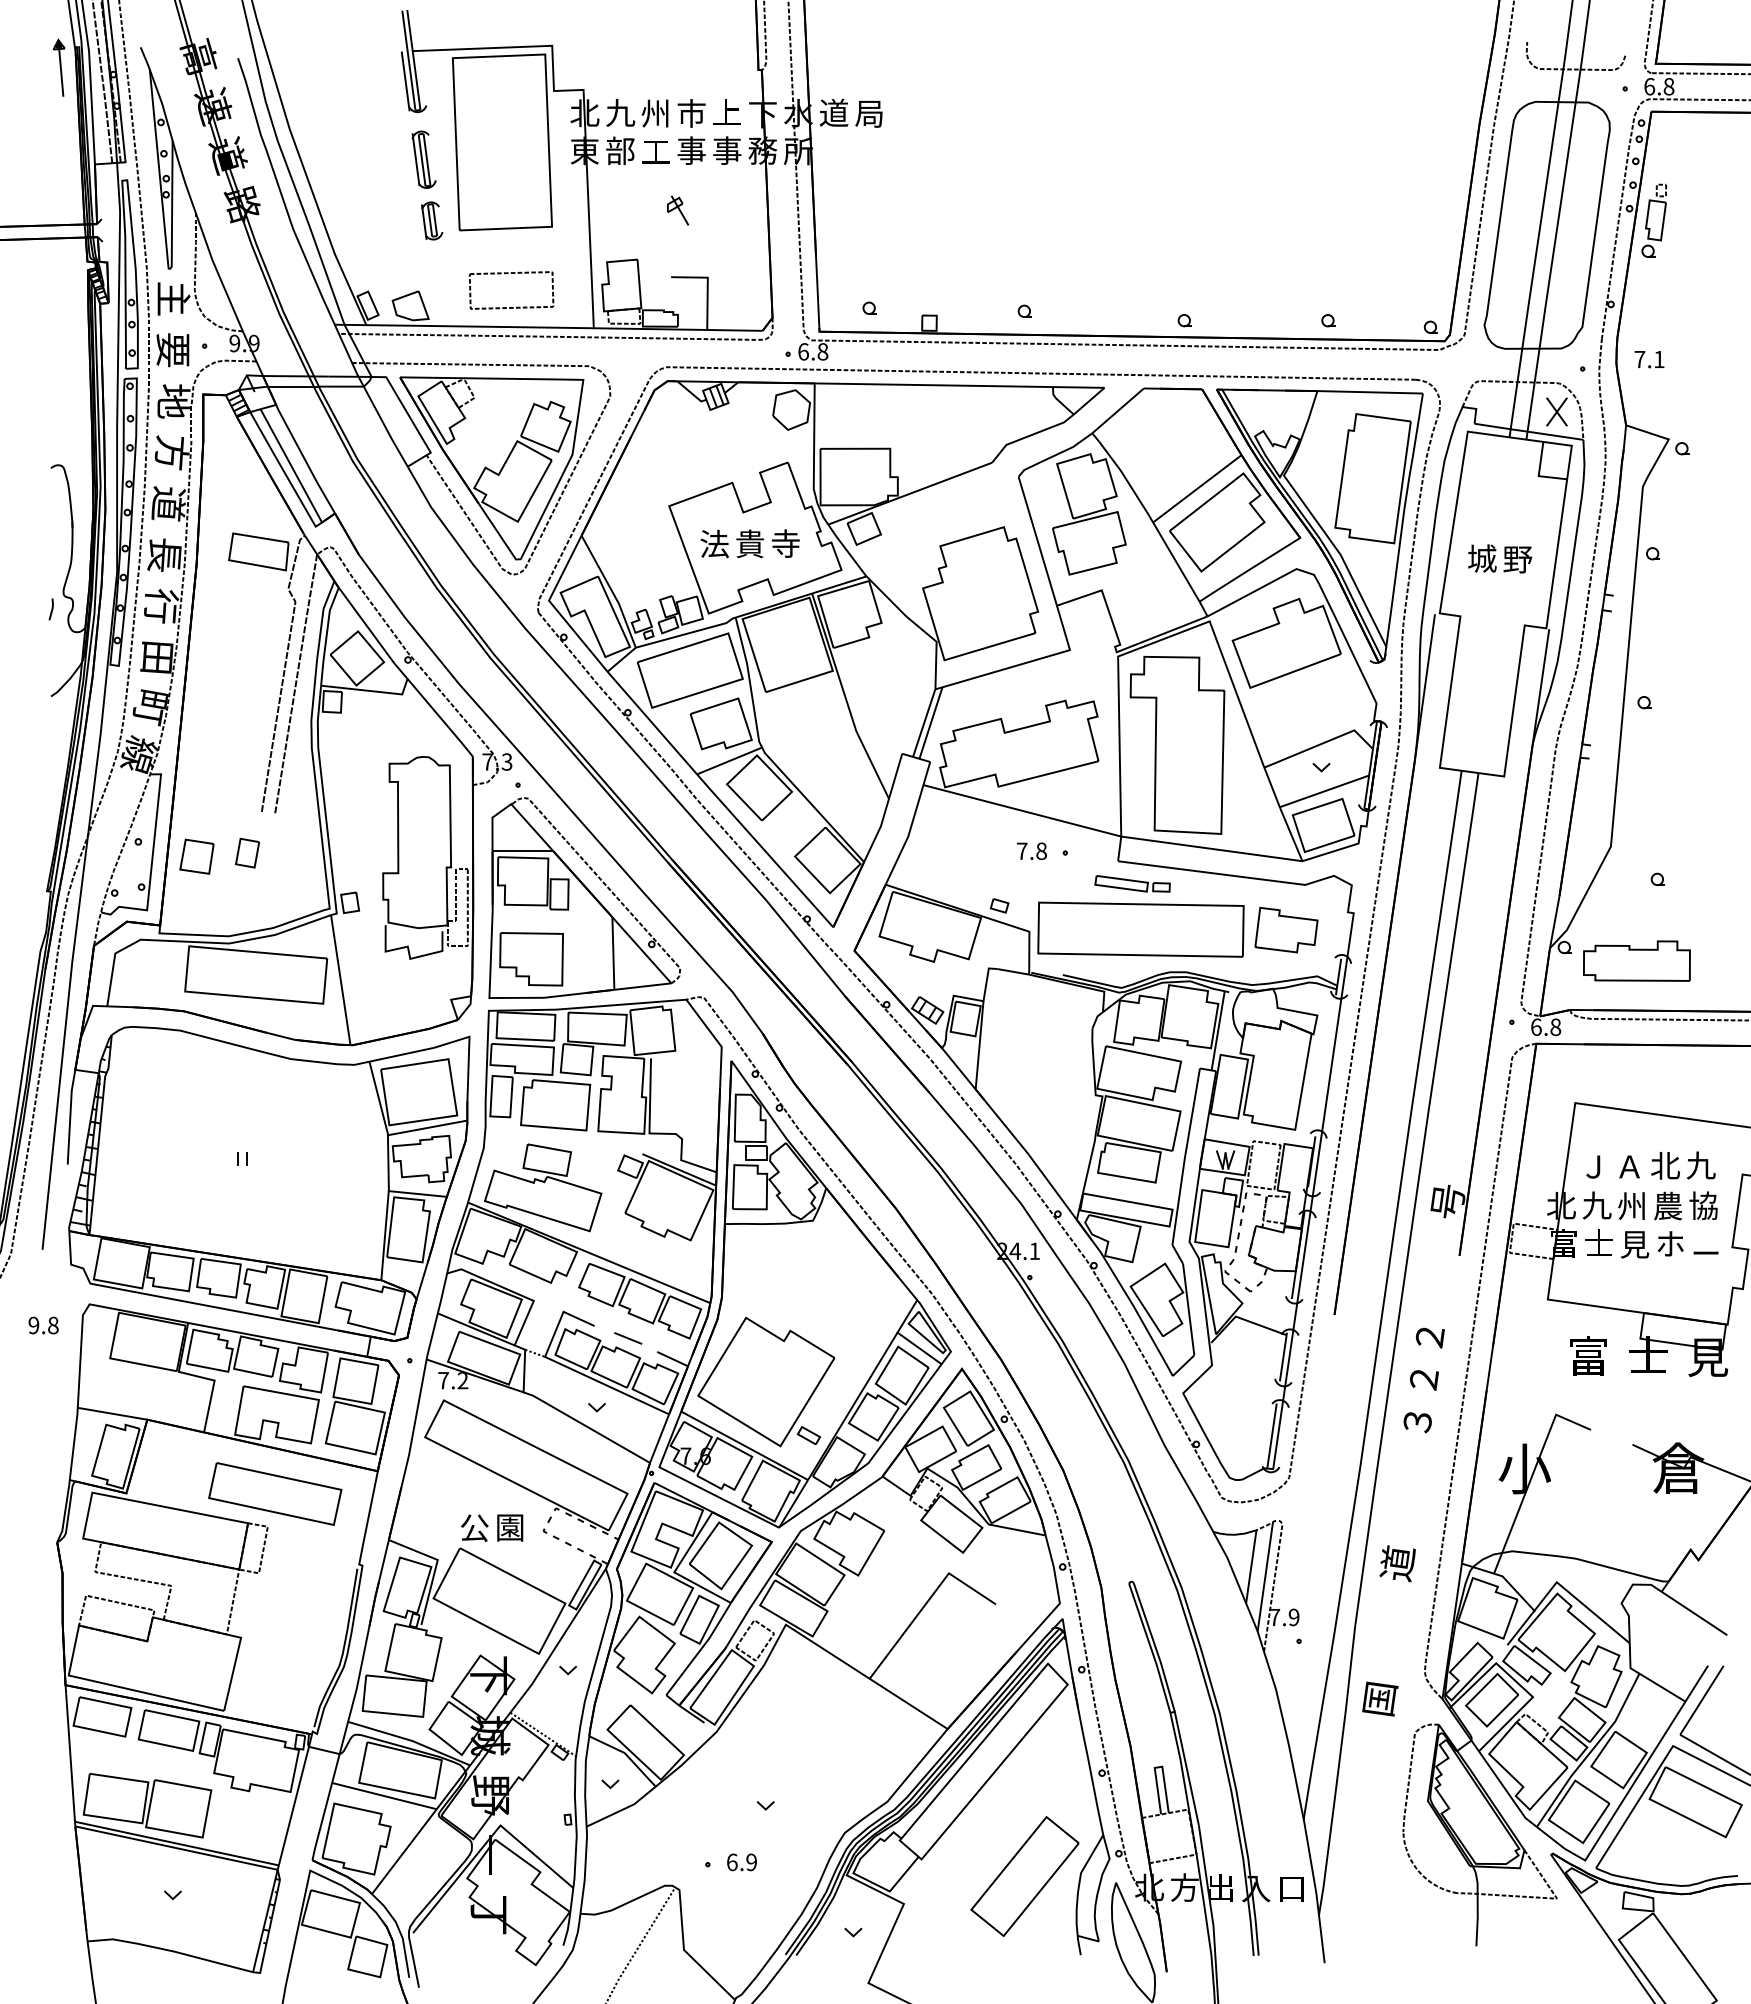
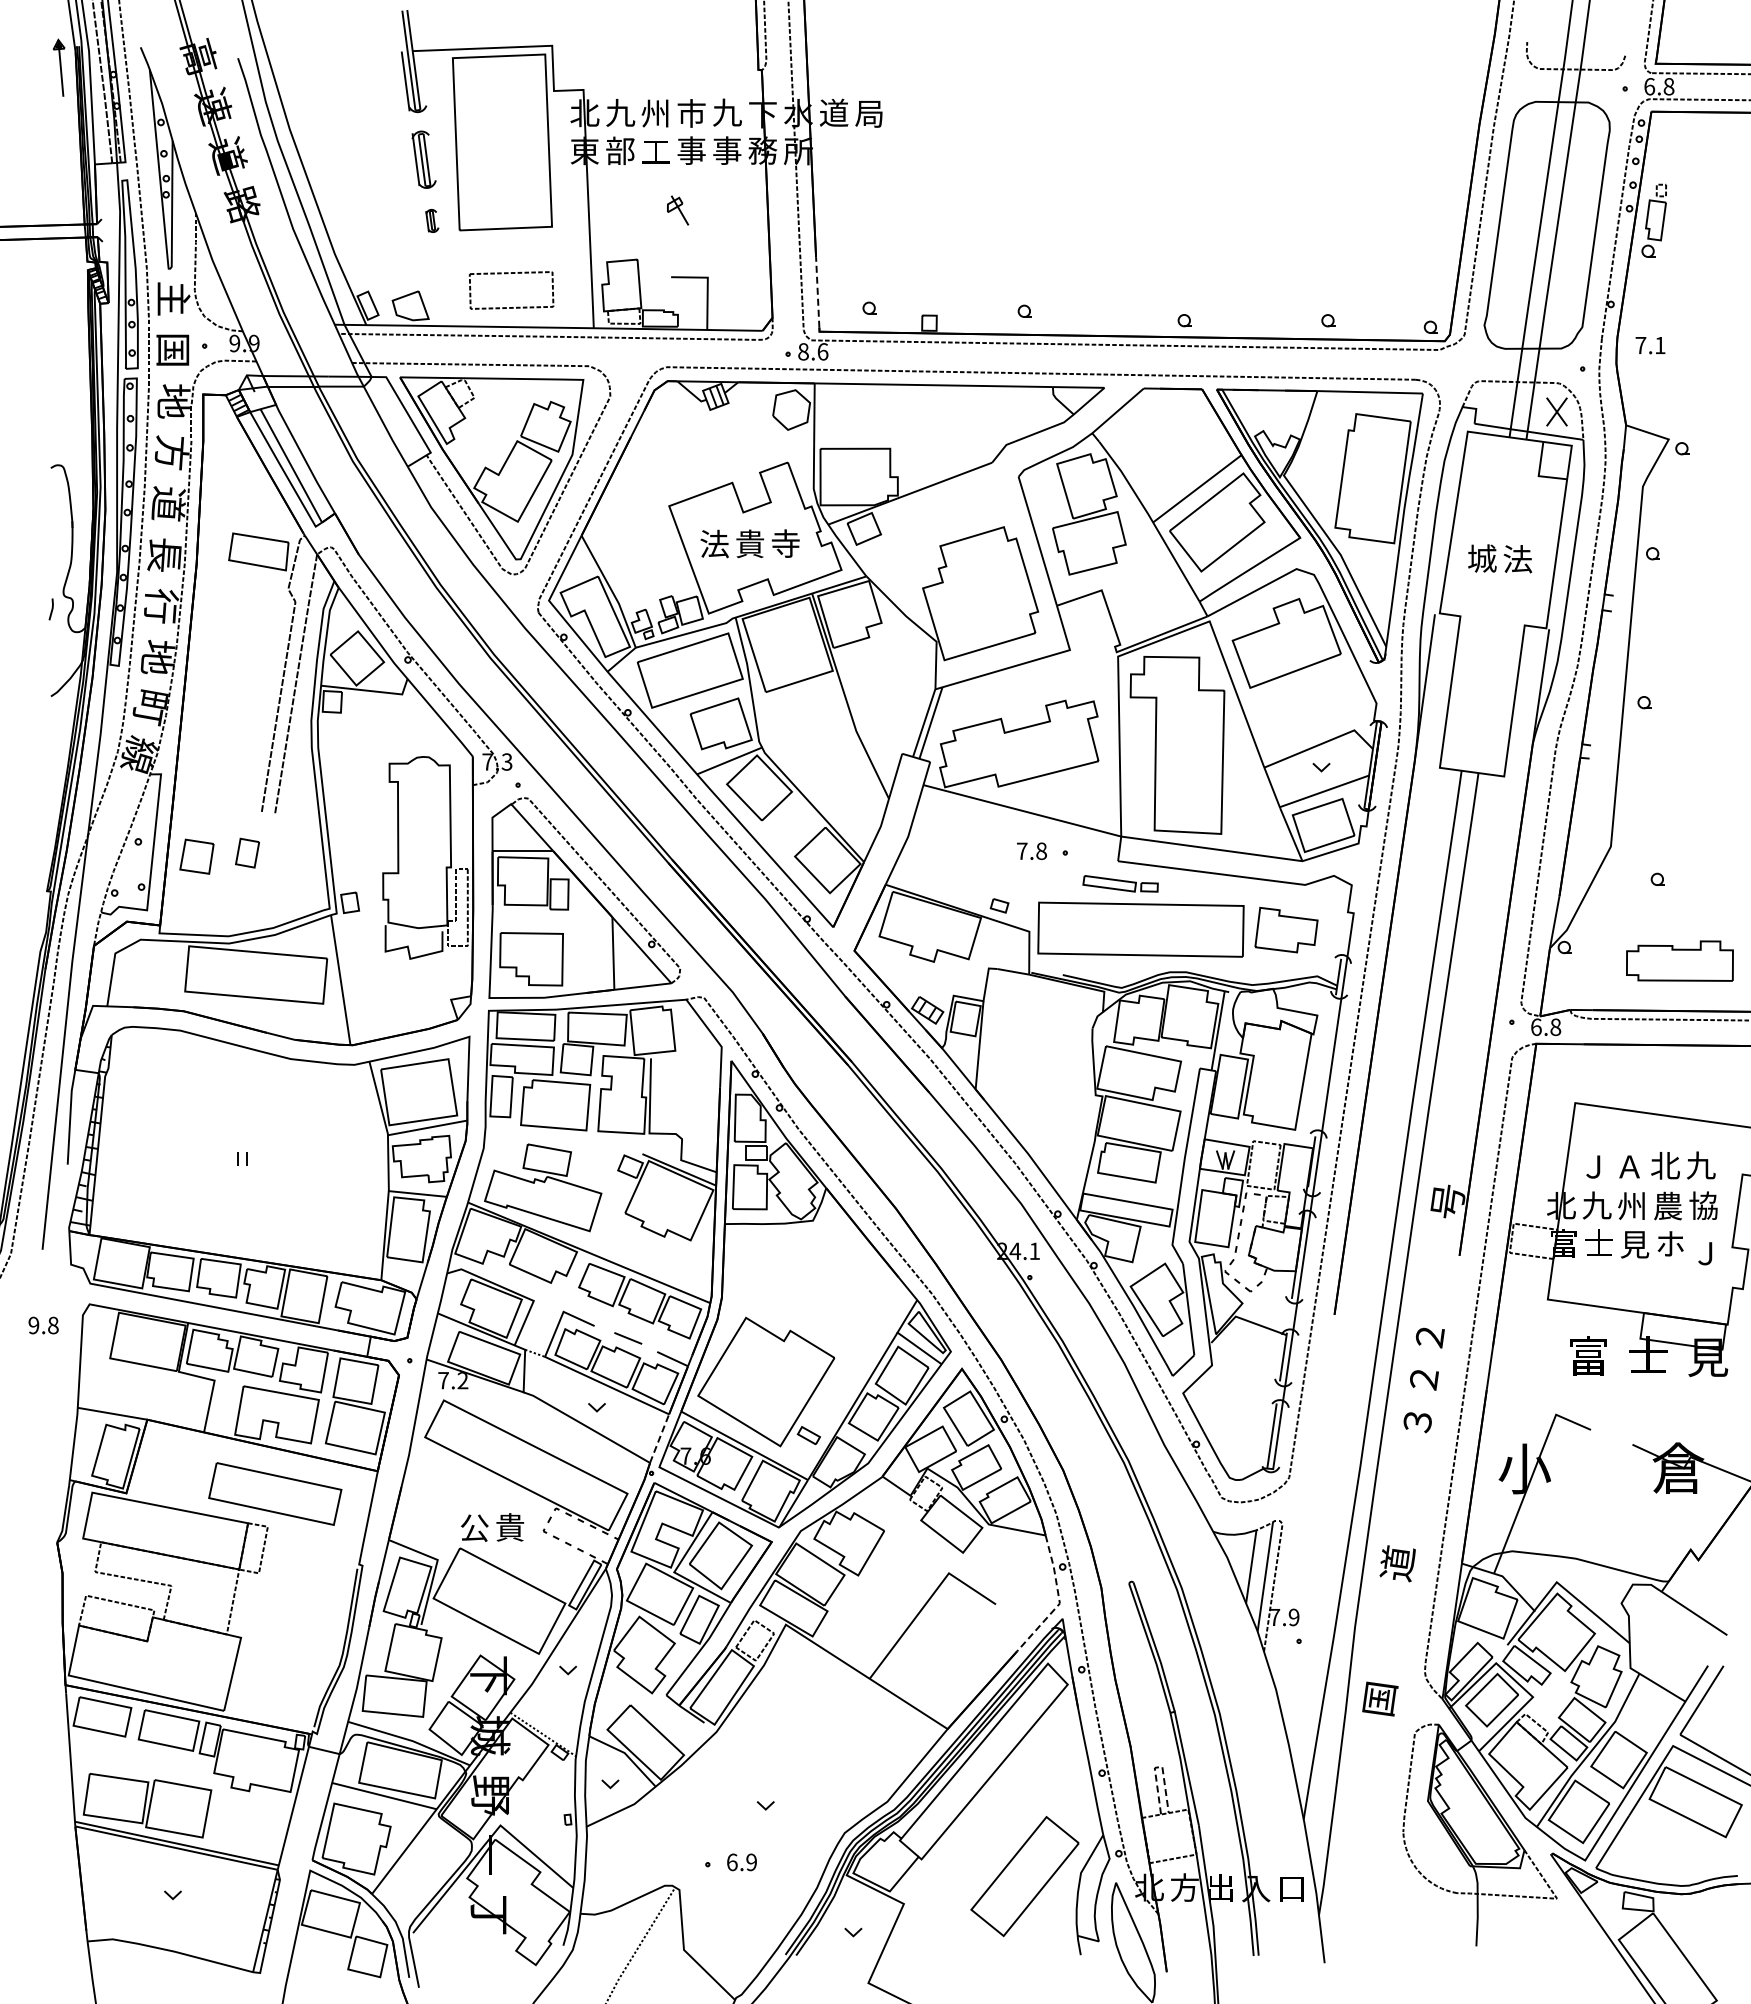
text at (727, 112): 上 -> 九
part at (432, 220) size: 23x40 px -> 15x25 px
line at (817, 291): solid -> dashed
text at (172, 350): 要 -> 国
text at (813, 351): 6.8 -> 8.6
text at (1649, 359) position: (1649, 359) -> (1650, 345)
text at (1517, 559): 野 -> 法
text at (157, 656): 田 -> 地
part at (1132, 883) position: (1132, 883) -> (1120, 883)
part at (1636, 960) position: (1636, 960) -> (1679, 960)
text at (1705, 1253): ー -> Ｊ
line at (659, 1439): solid -> dashed
text at (510, 1527): 園 -> 貴
line at (1059, 1600): solid -> dashed
line at (1158, 1767): solid -> dashed
